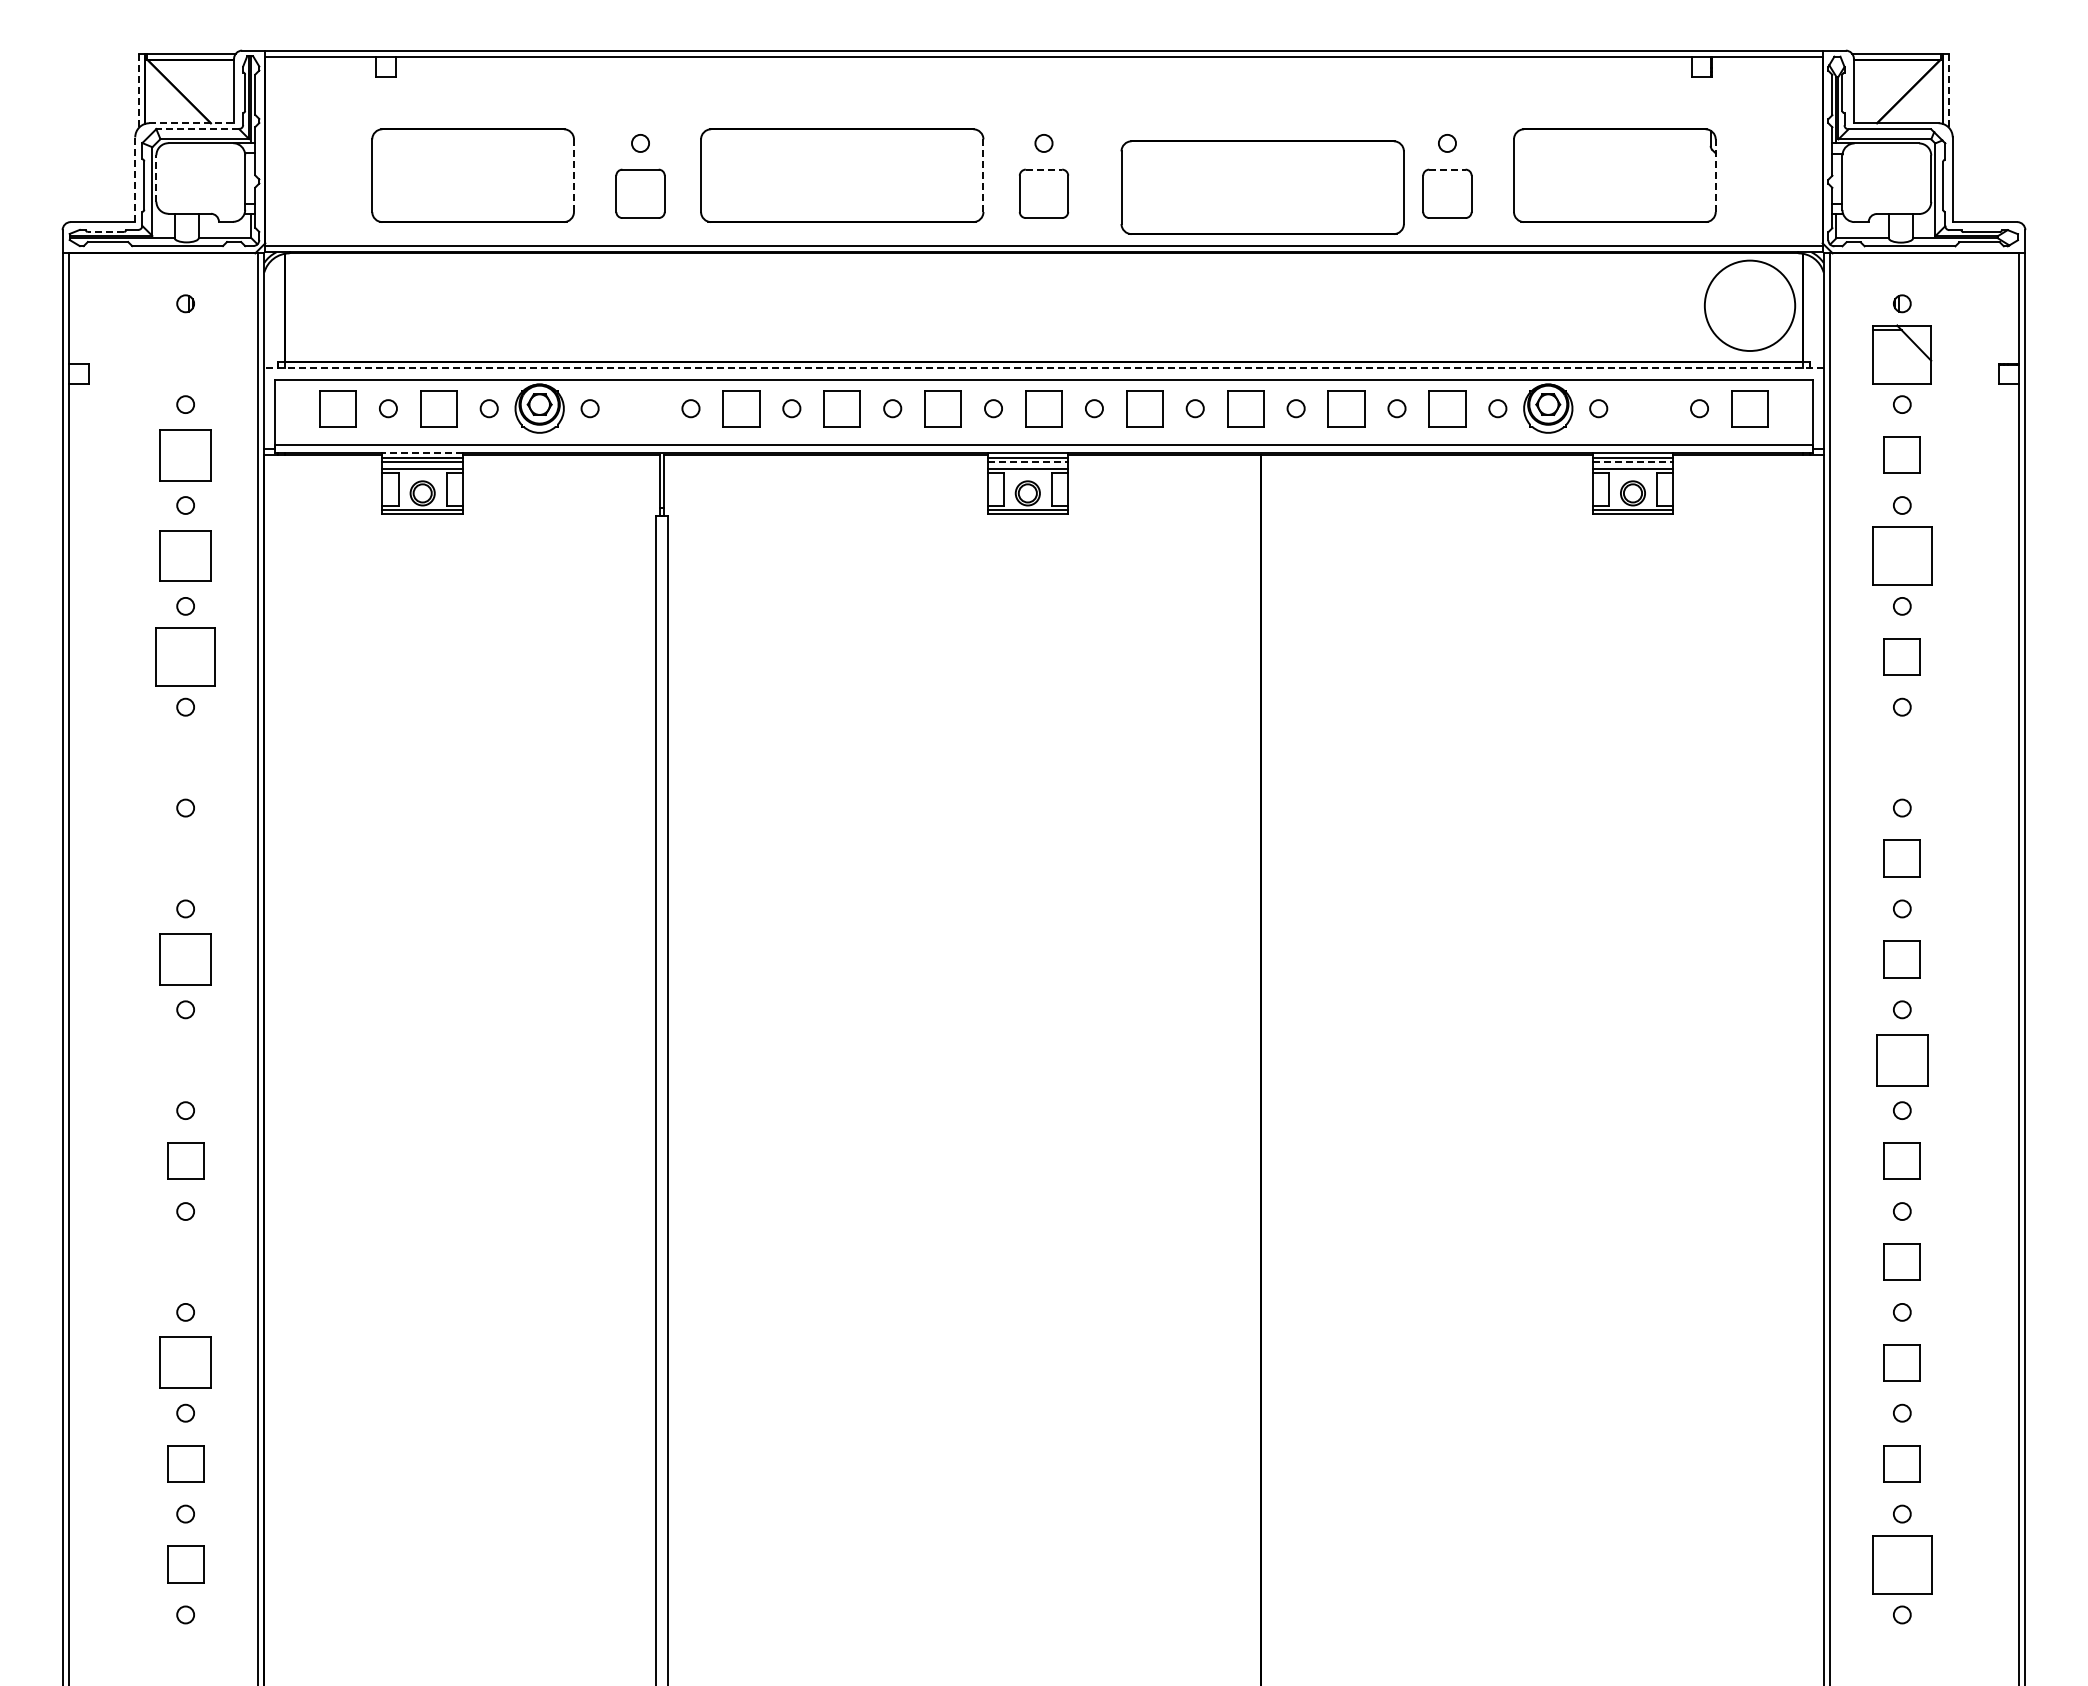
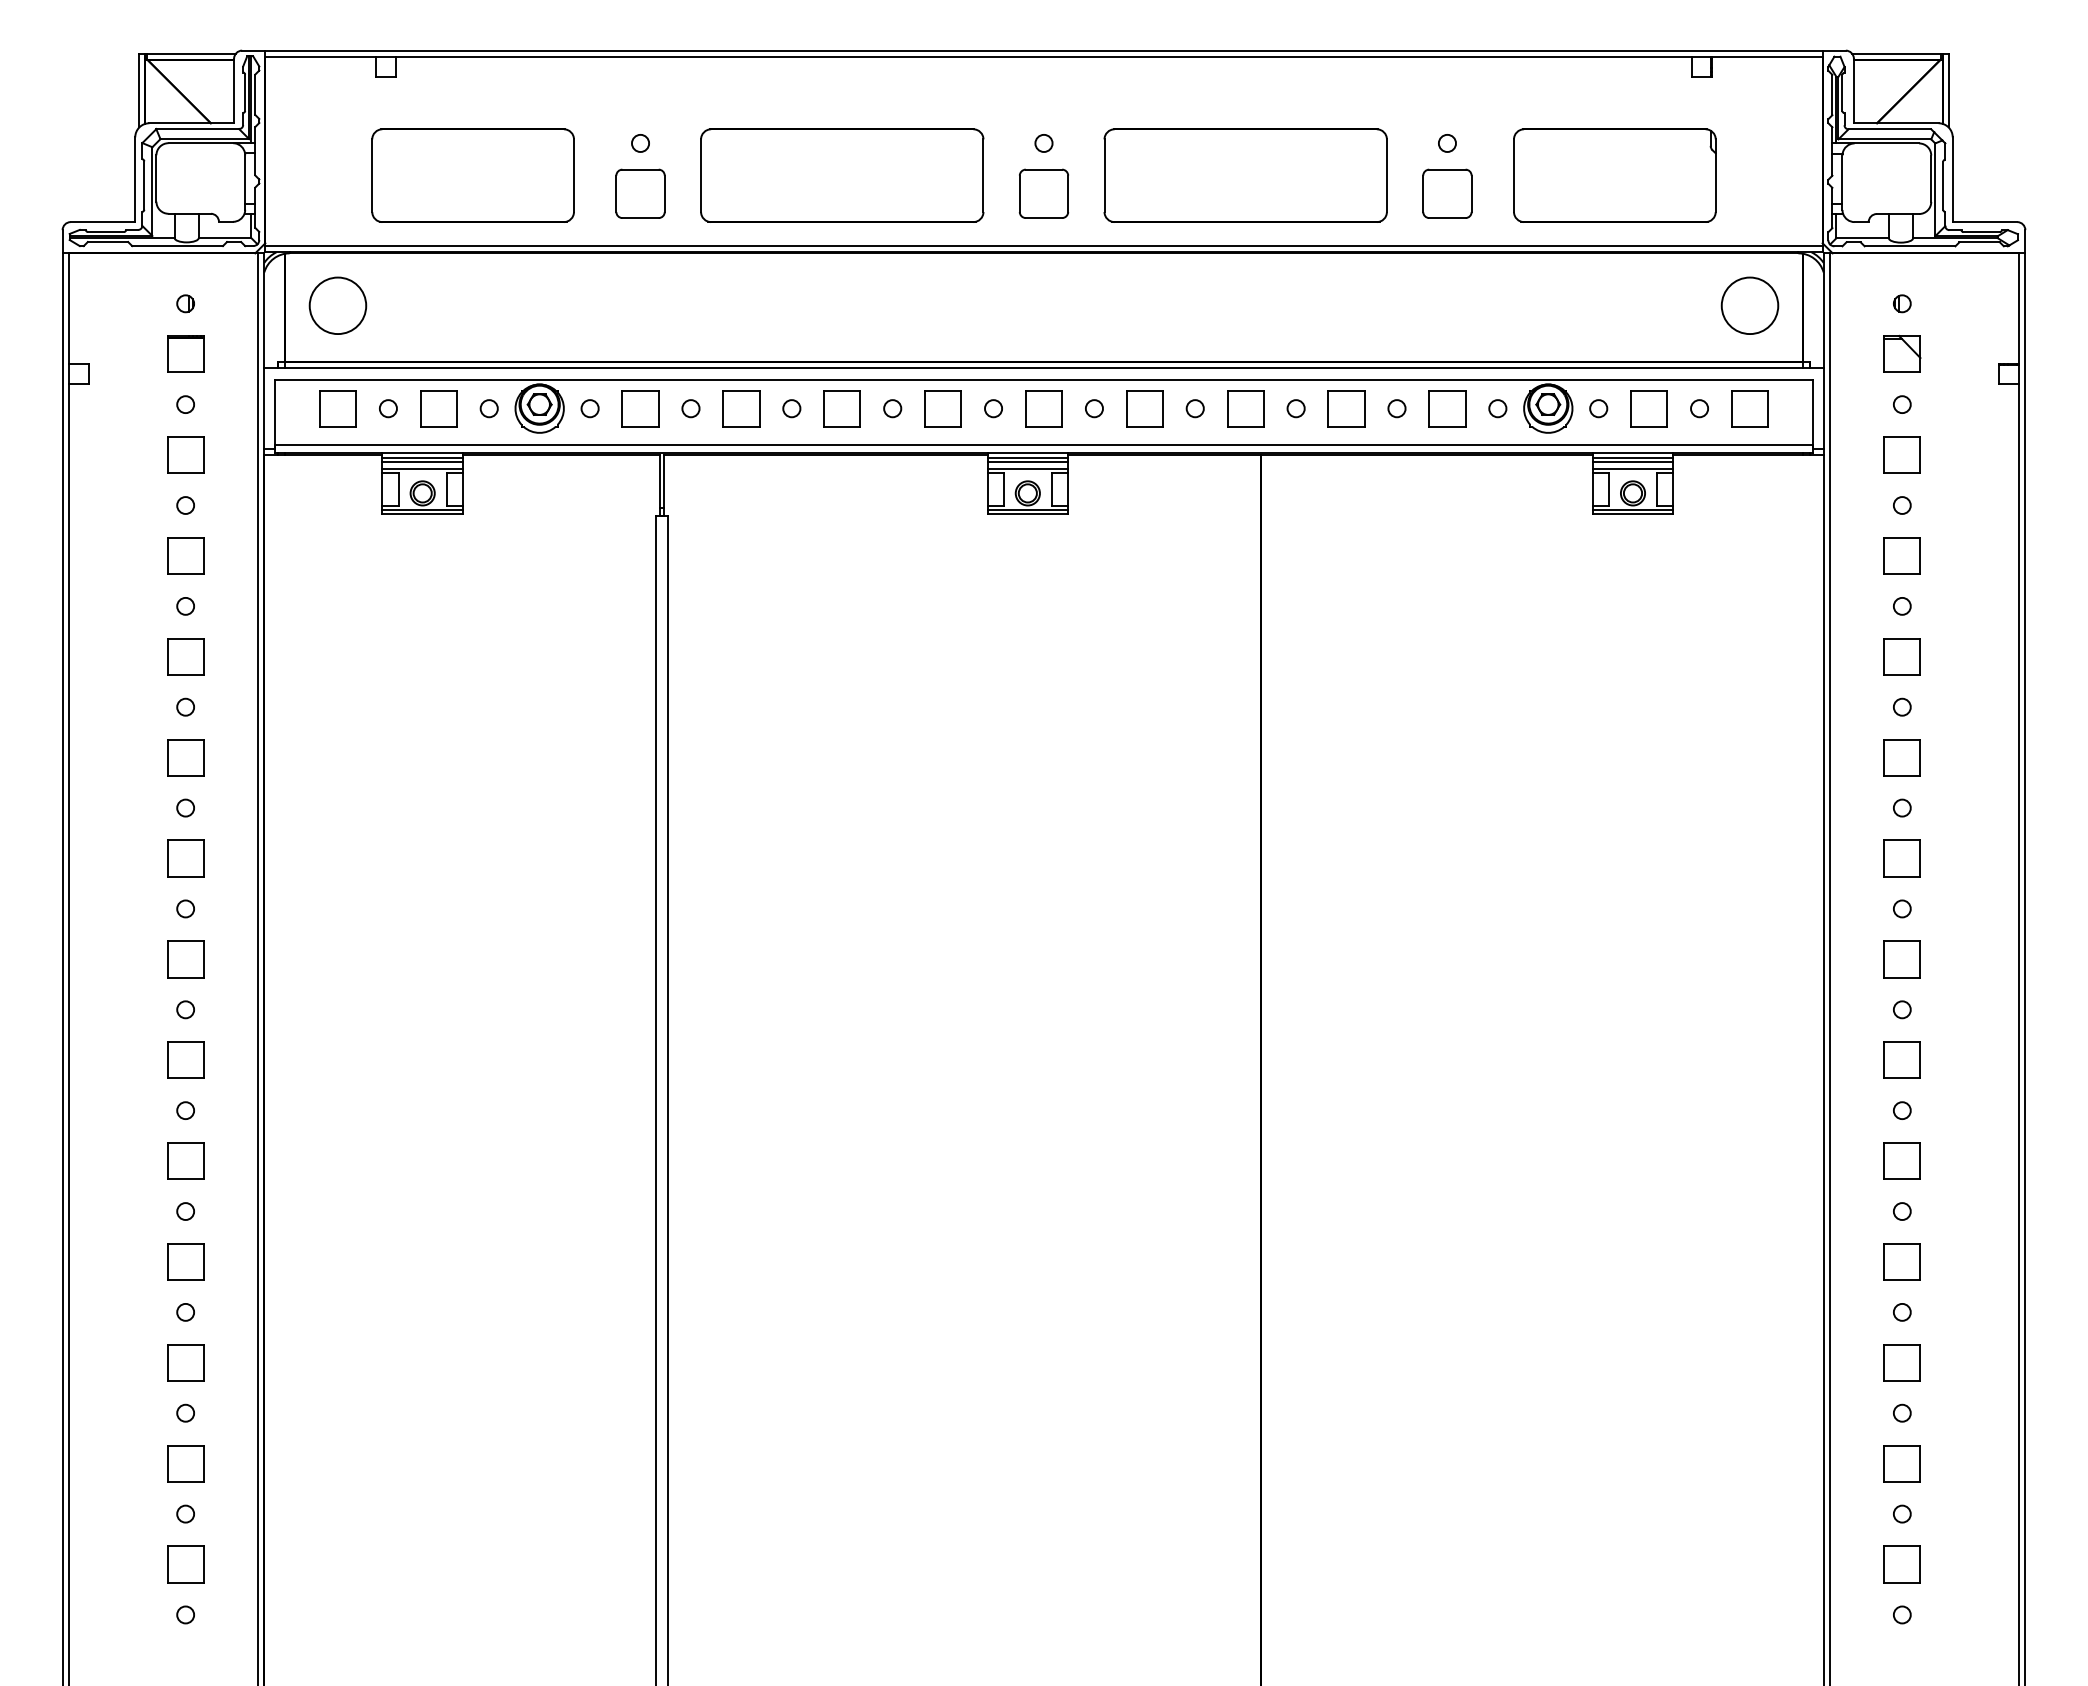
line at (139, 90): dashed -> solid
line at (1948, 90): dashed -> solid
line at (192, 123): dashed -> solid
line at (197, 129): dashed -> solid
line at (1044, 169): dashed -> solid
line at (1447, 169): dashed -> solid
line at (573, 175): dashed -> solid
line at (983, 176): dashed -> solid
line at (1715, 176): dashed -> solid
line at (156, 178): dashed -> solid
line at (135, 179): dashed -> solid
part at (1262, 187) position: (1262, 187) -> (1245, 175)
line at (105, 231): dashed -> solid
circle at (337, 305): none -> present
circle at (1749, 305) diameter: 90 px -> 56 px
part at (185, 353): none -> present
part at (1902, 354) size: 61x61 px -> 39x39 px
line at (1044, 368): dashed -> solid
part at (640, 408): none -> present
part at (1648, 408): none -> present
line at (422, 453): dashed -> solid
part at (185, 455) size: 53x53 px -> 38x38 px
line at (1028, 462): dashed -> solid
line at (1633, 462): dashed -> solid
part at (185, 555) size: 53x52 px -> 38x38 px
part at (1902, 555) size: 61x60 px -> 38x38 px
part at (185, 656) size: 61x60 px -> 38x38 px
part at (185, 757): none -> present
part at (1901, 757): none -> present
part at (185, 858): none -> present
part at (185, 959) size: 53x53 px -> 38x39 px
part at (185, 1059): none -> present
part at (1902, 1060) size: 53x53 px -> 38x38 px
part at (185, 1261): none -> present
part at (185, 1362) size: 53x53 px -> 38x38 px
part at (1902, 1564) size: 61x60 px -> 38x39 px
